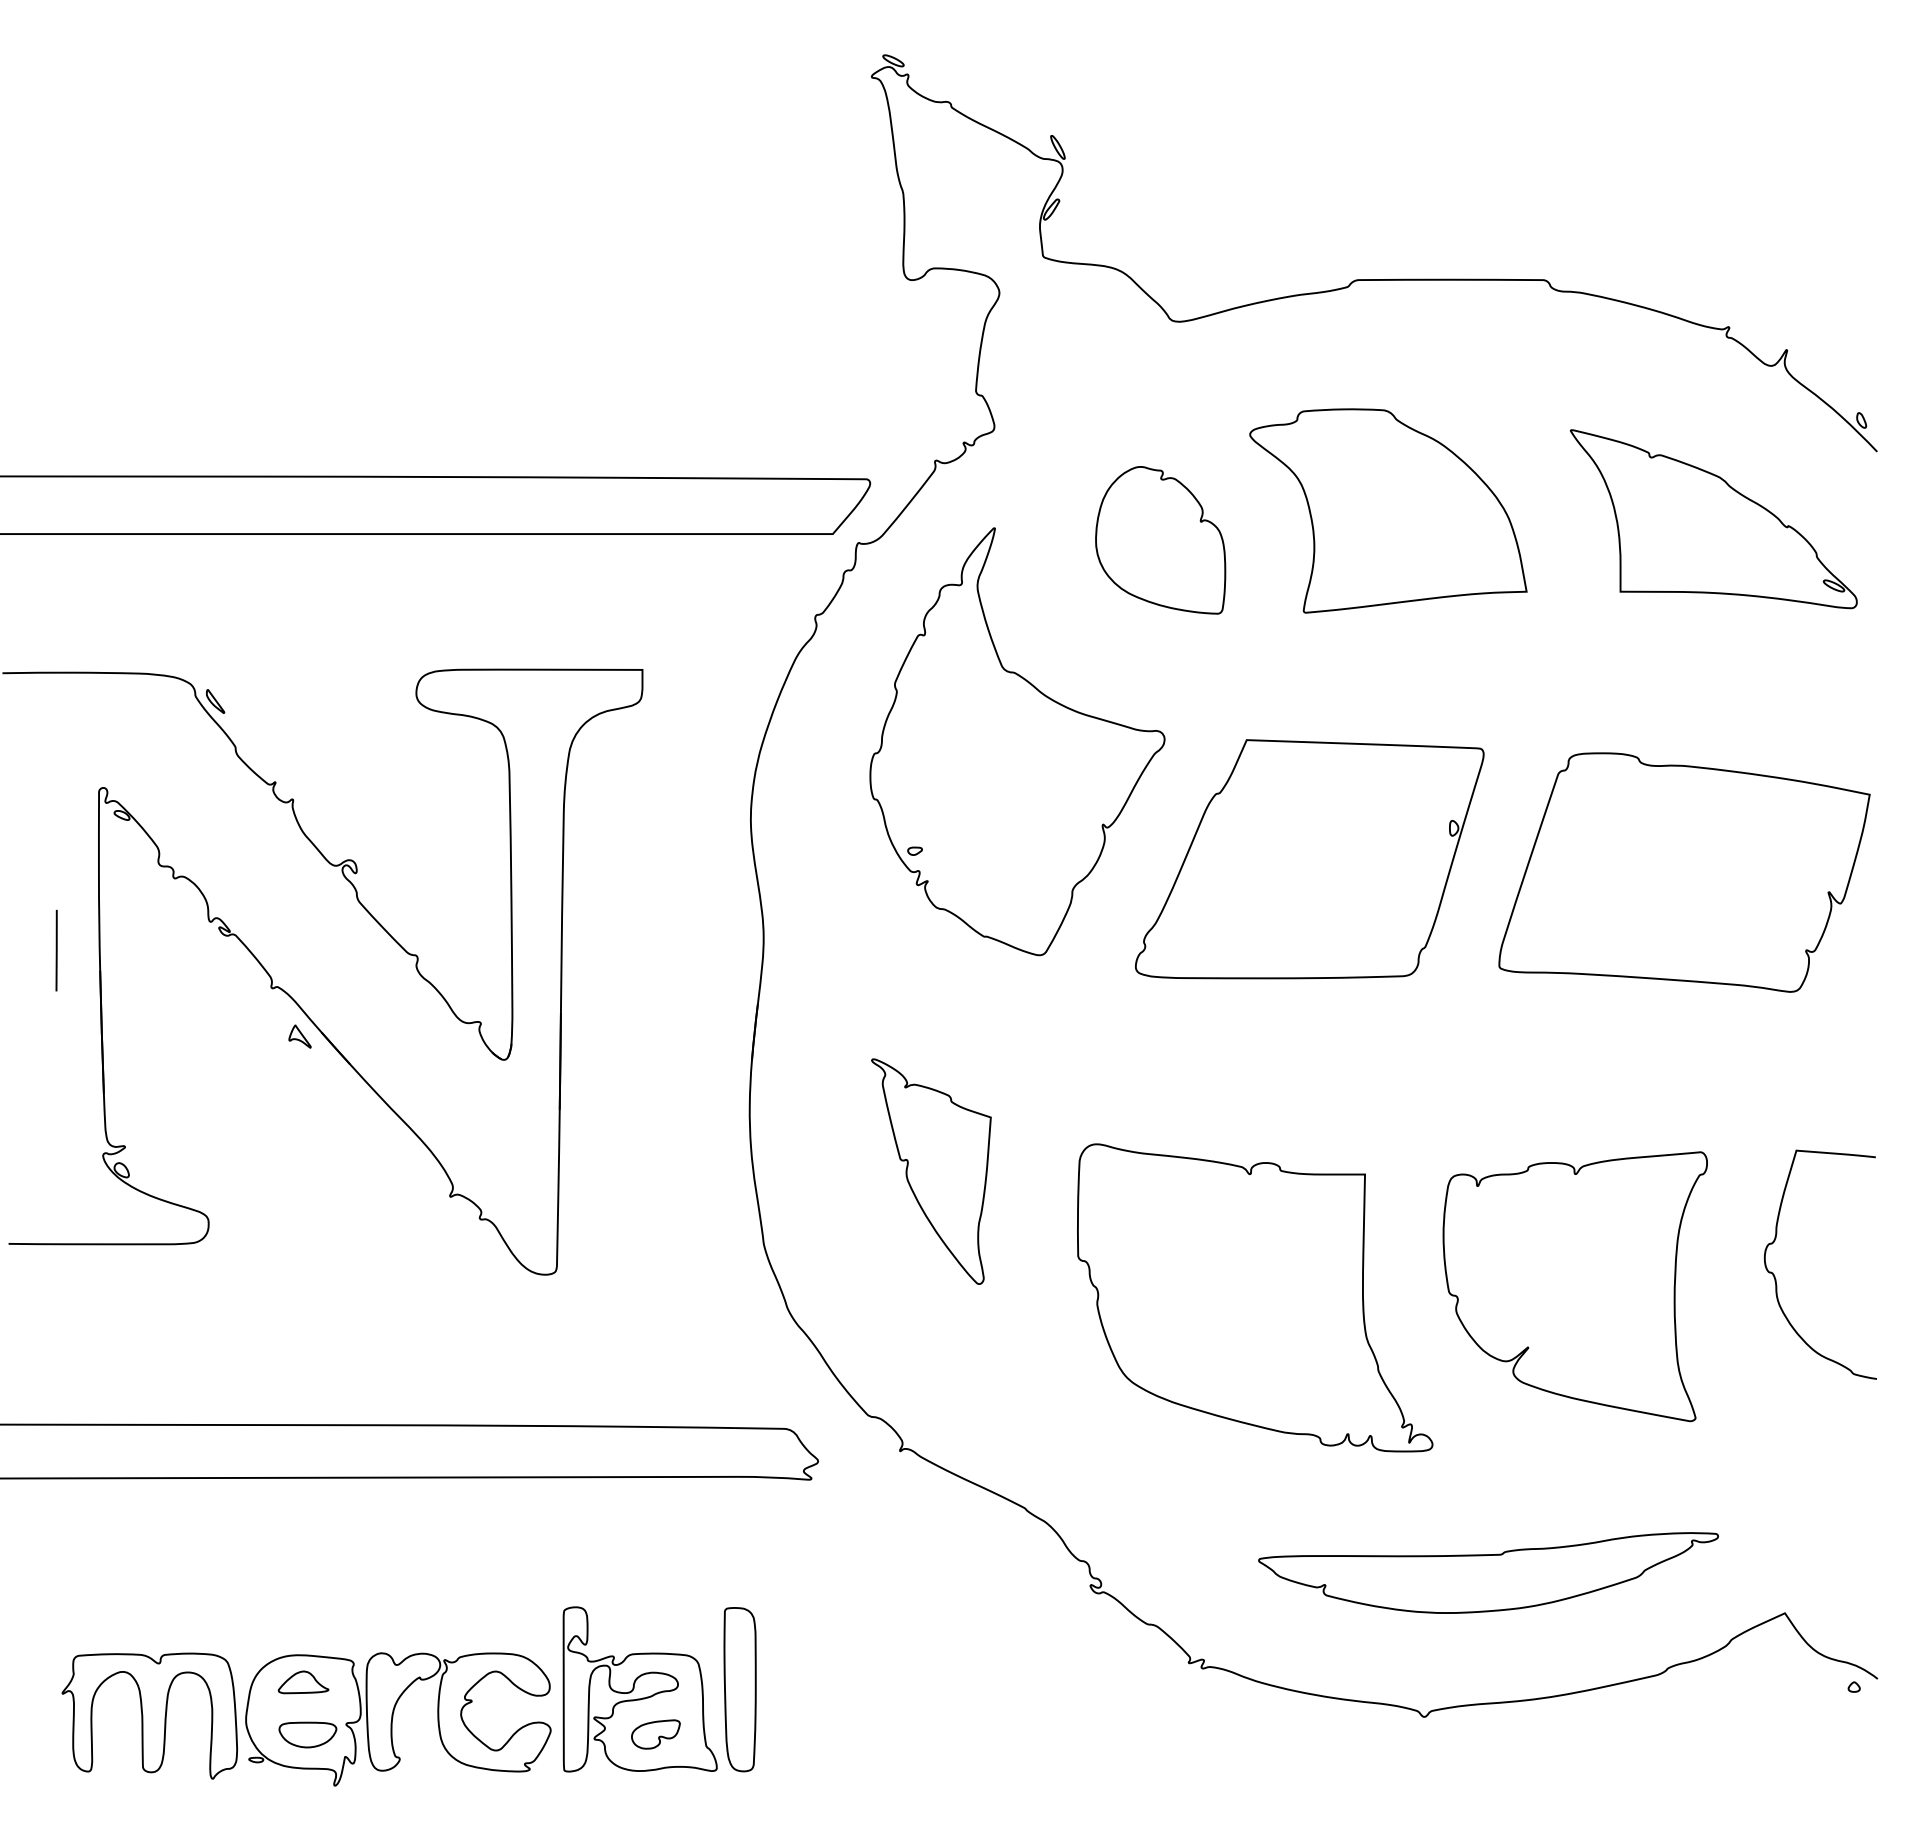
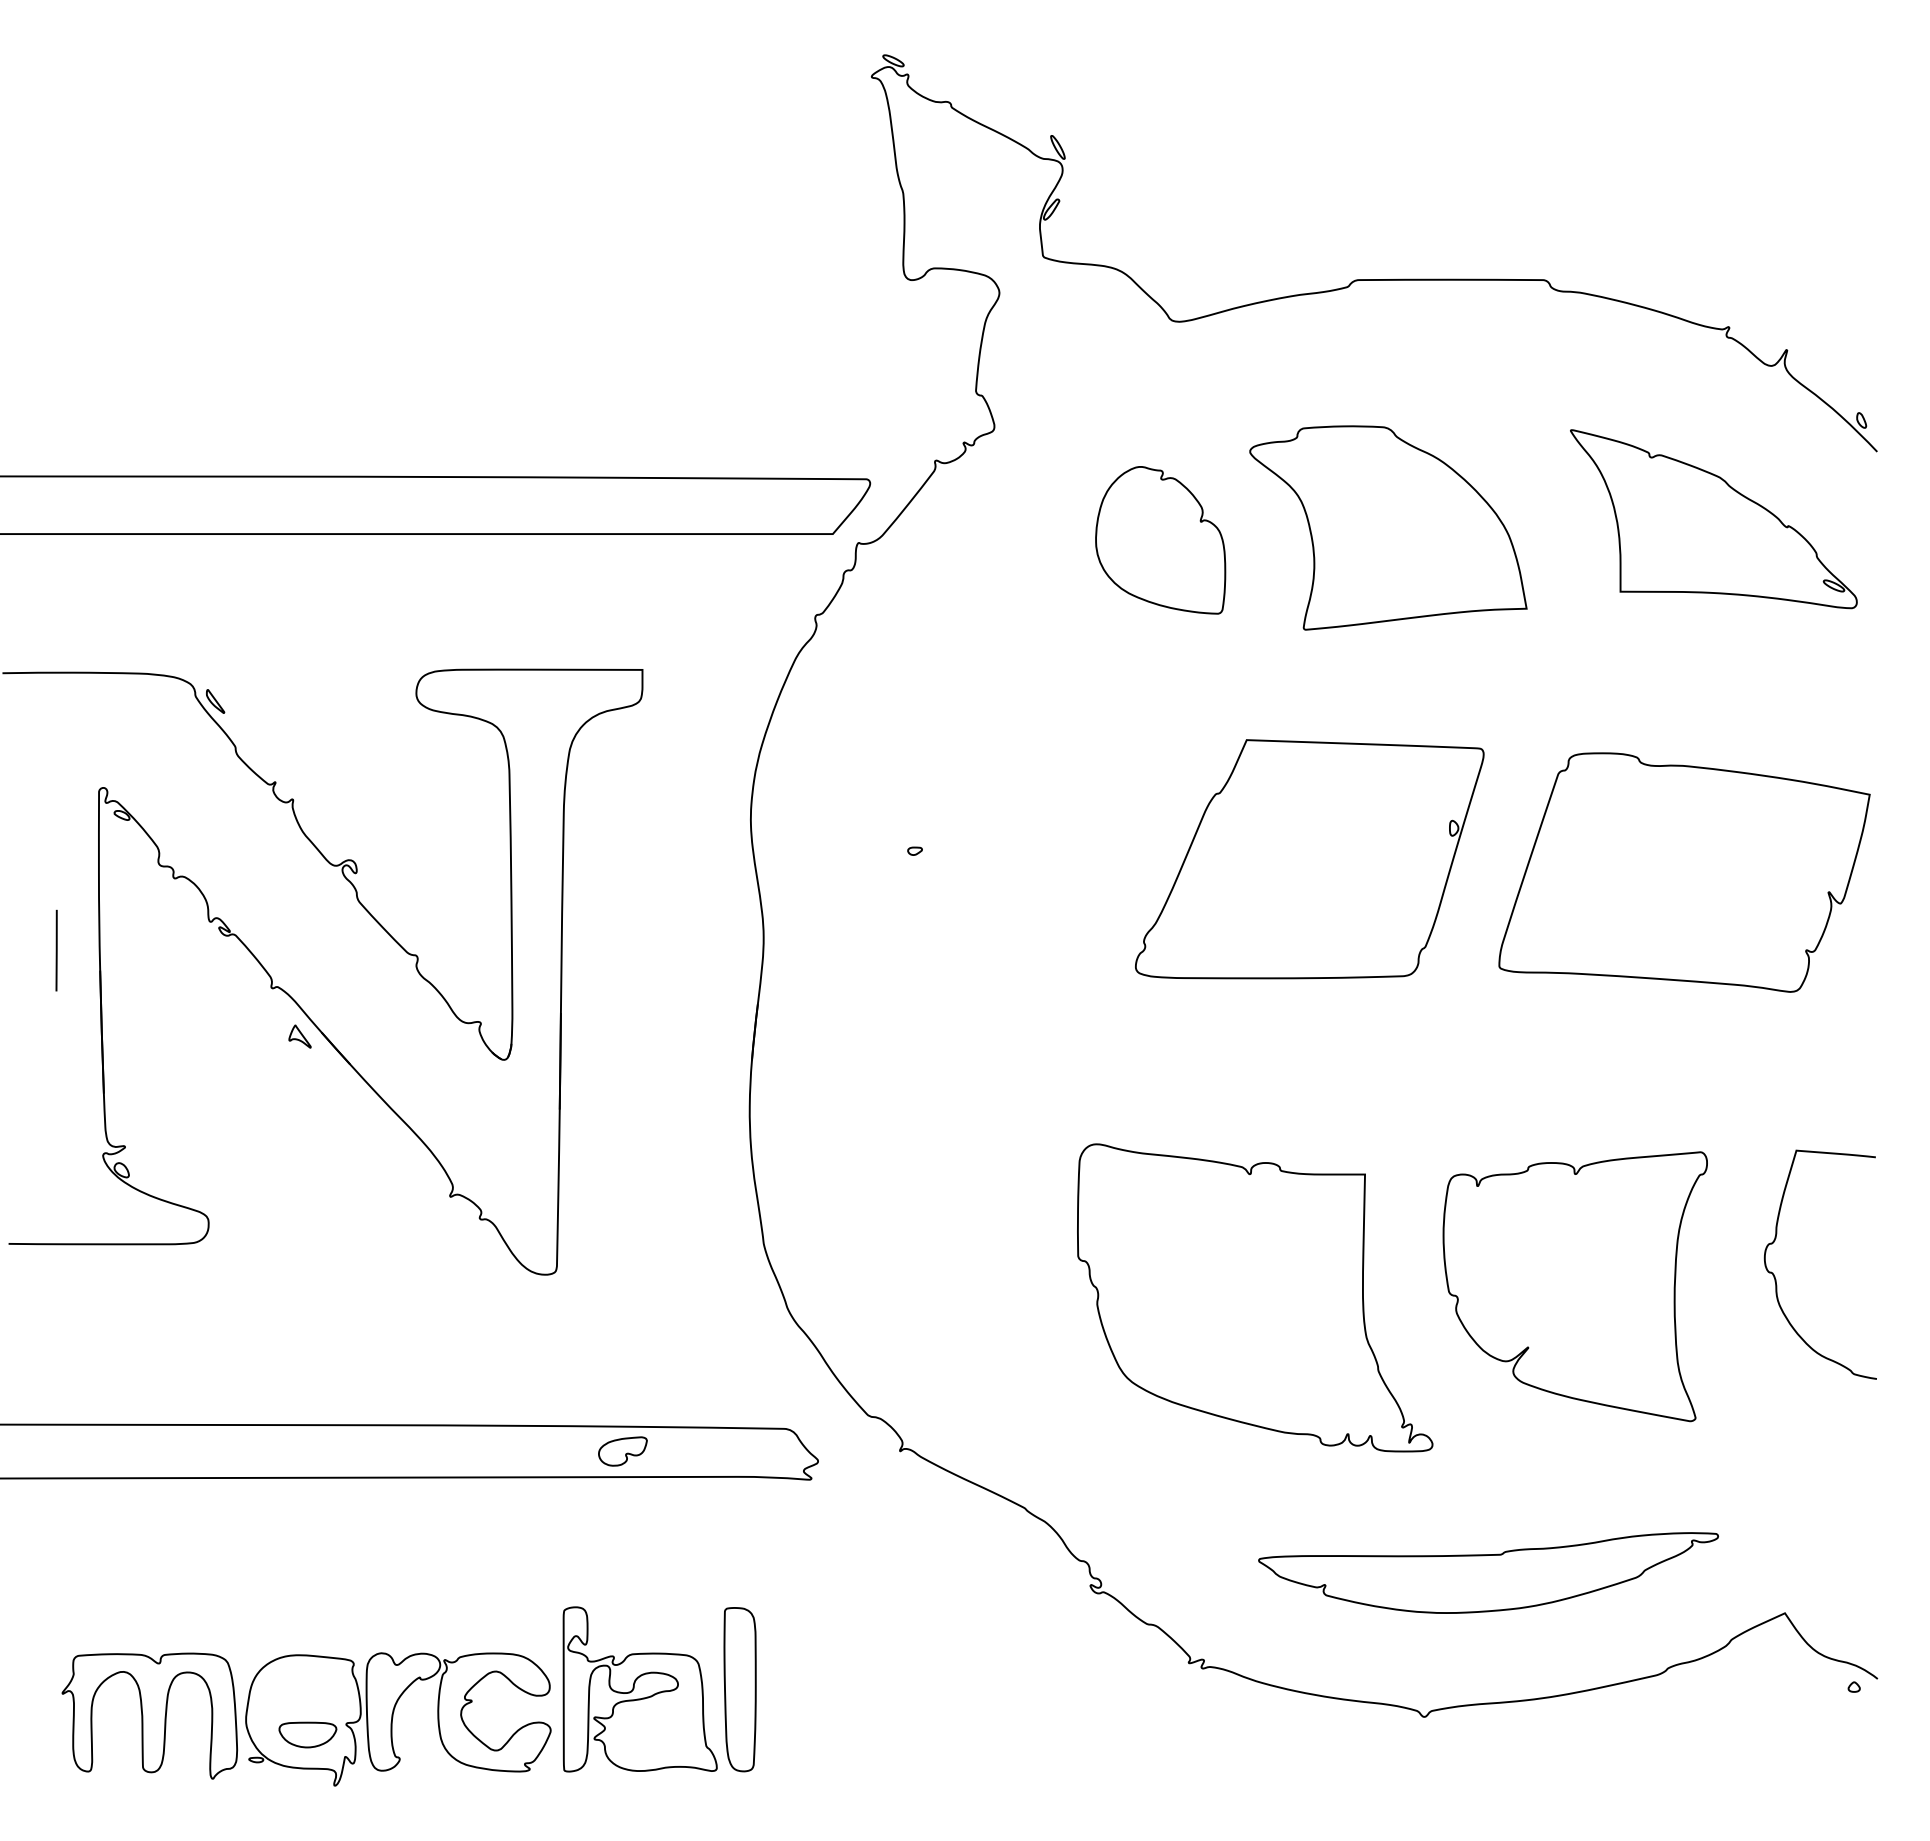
part at (1388, 510) position: (1388, 510) -> (1388, 527)
part at (1017, 741): present -> none
part at (931, 1171): present -> none
part at (303, 1682): present -> none
part at (655, 1734) position: (655, 1734) -> (622, 1451)
